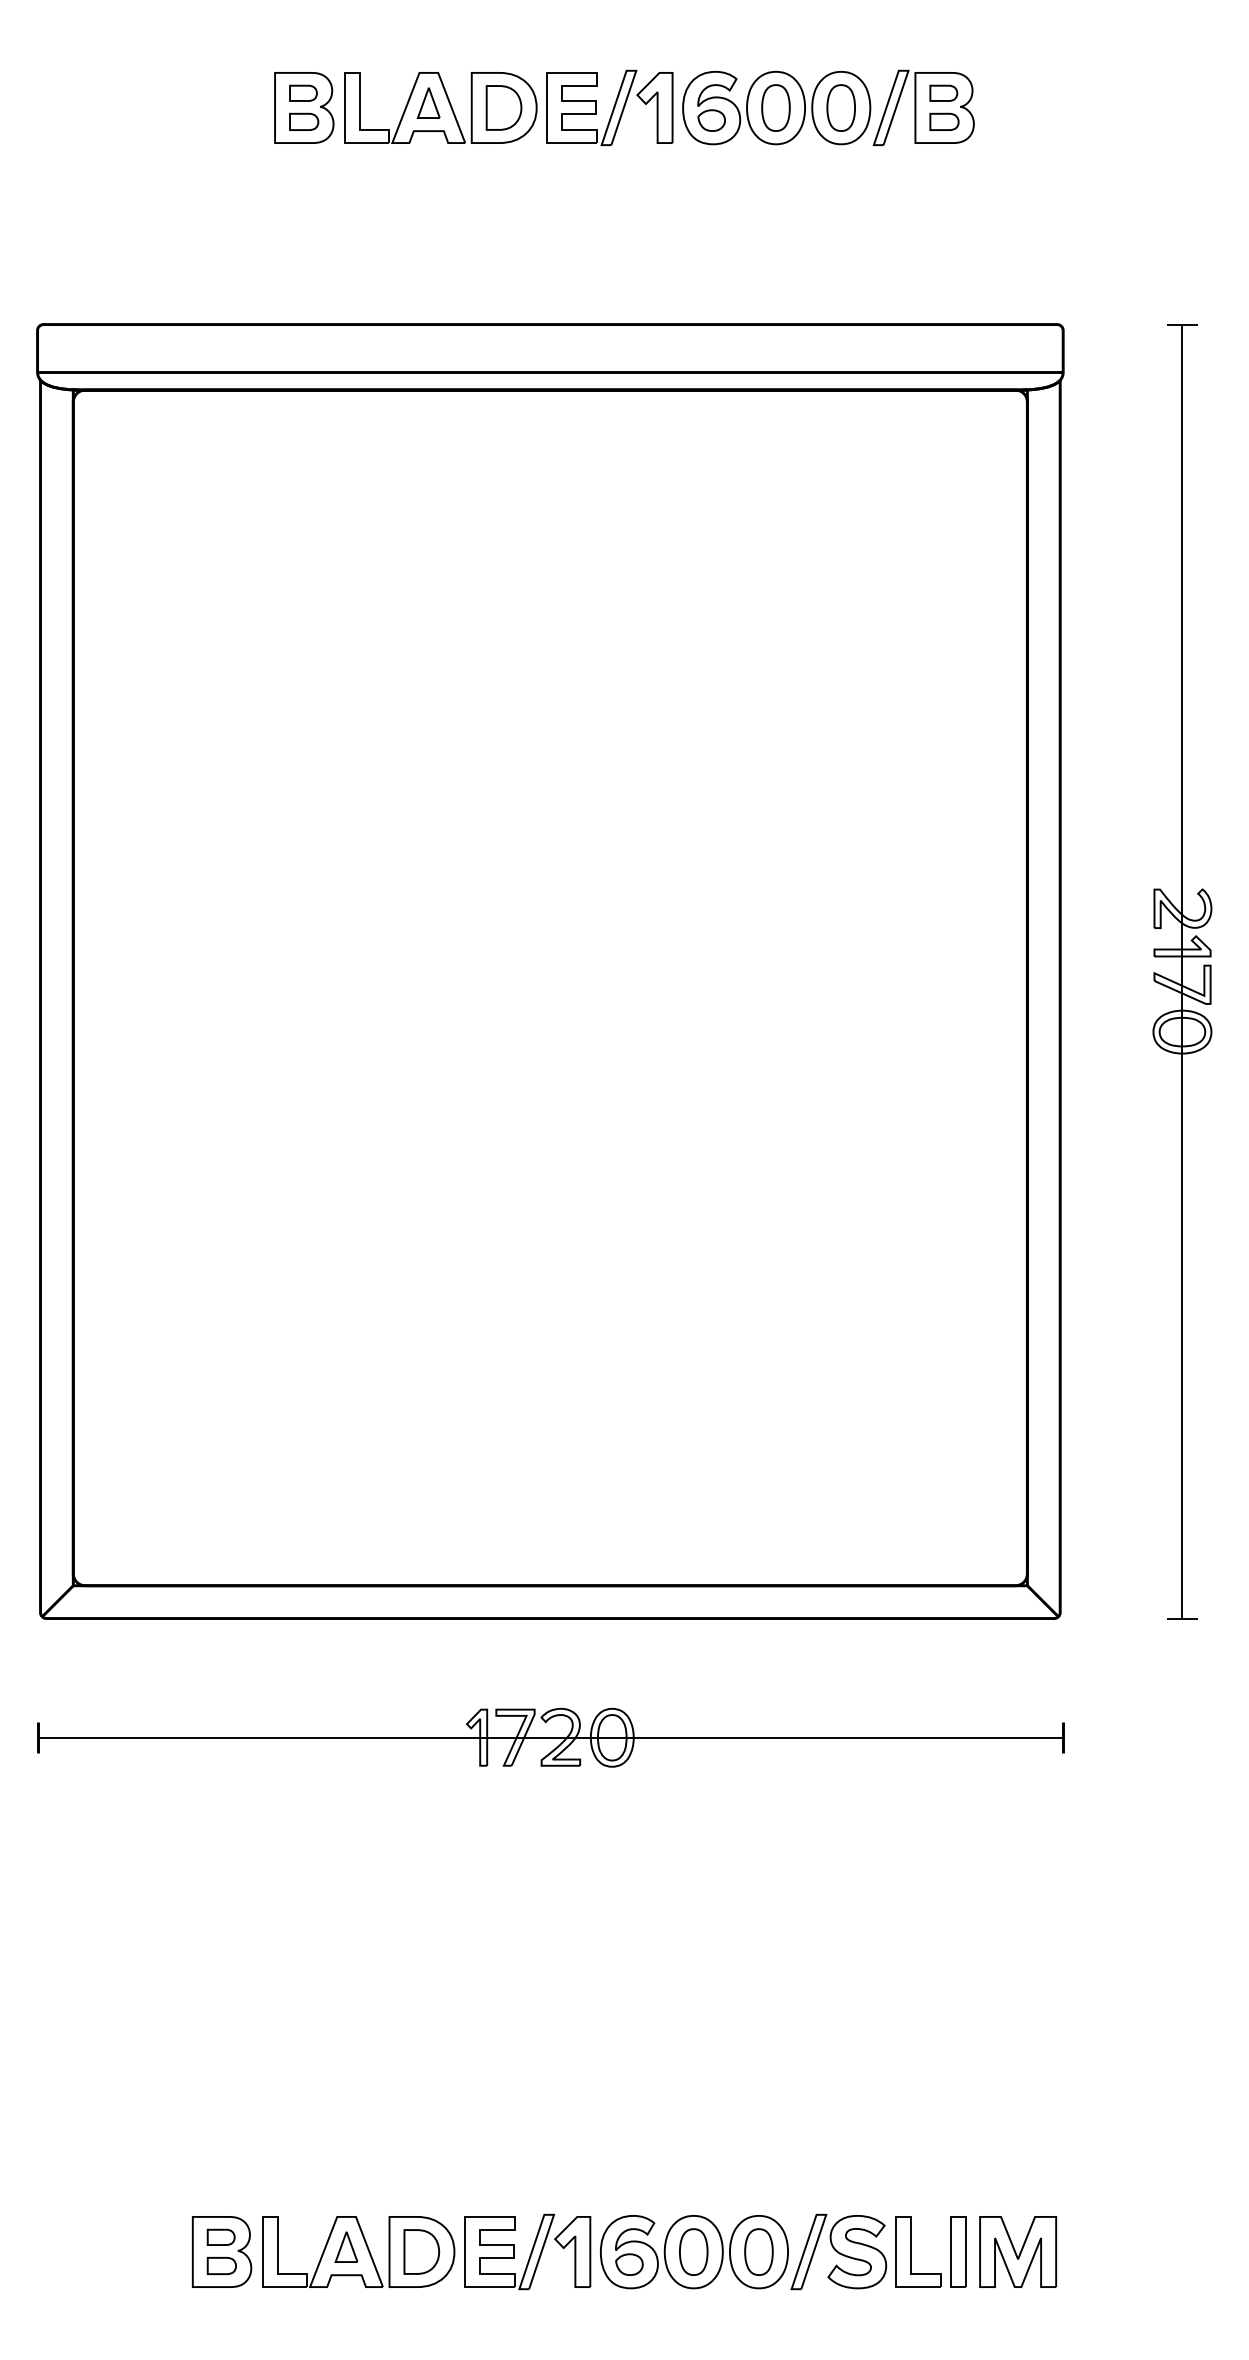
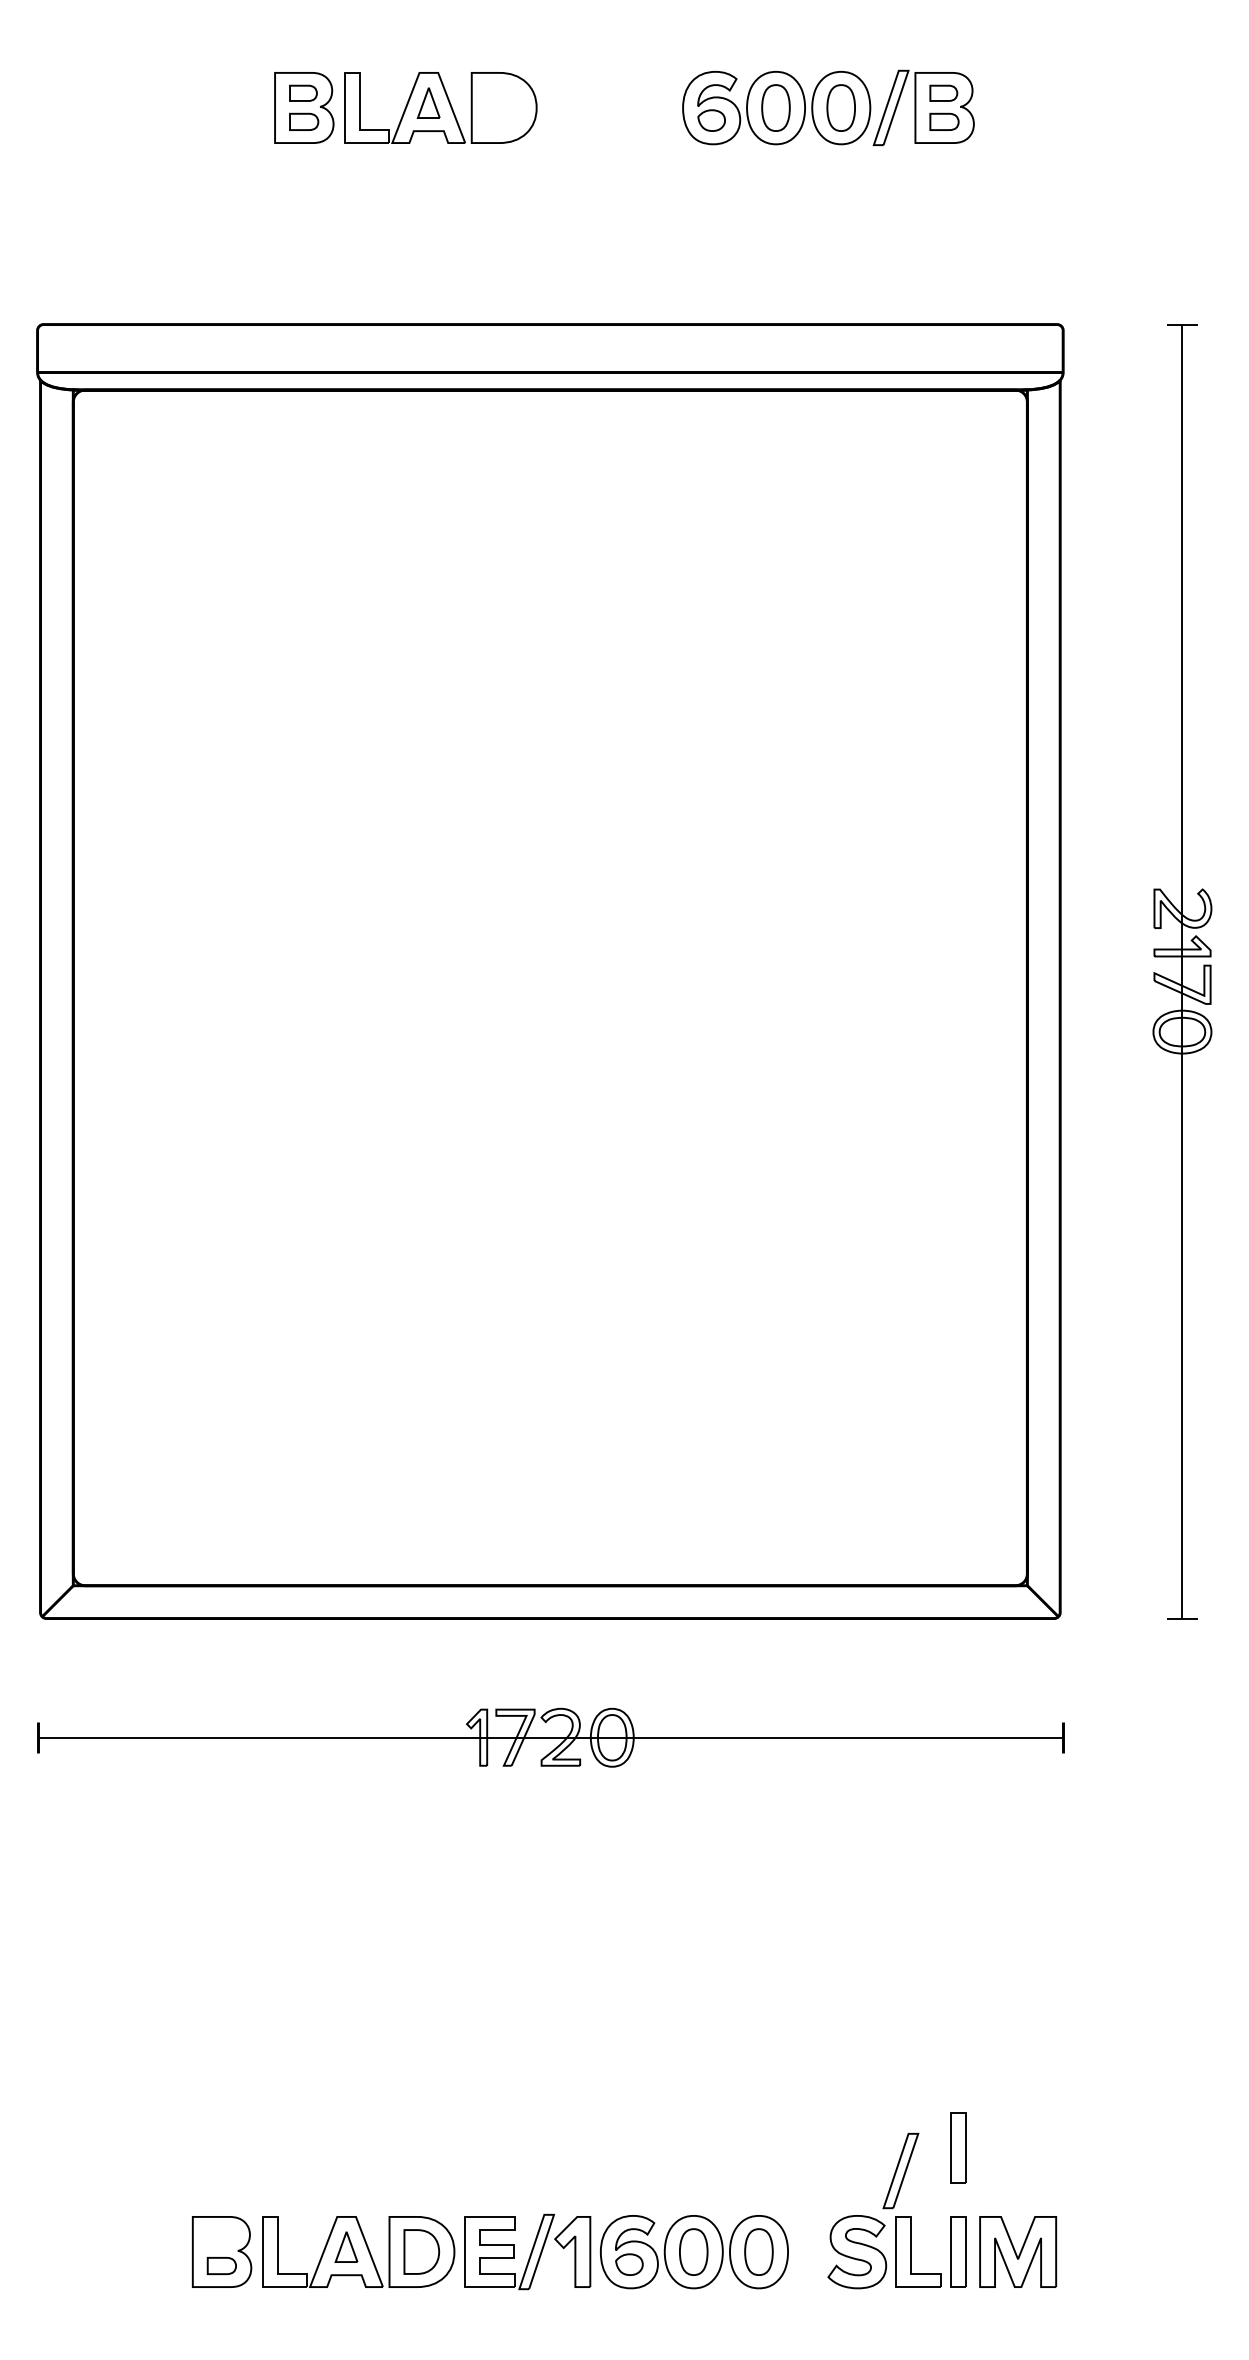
part at (503, 107): present -> none
part at (609, 107): present -> none
part at (958, 2147): none -> present
part at (220, 2236): present -> none
part at (808, 2251) position: (808, 2251) -> (900, 2170)
